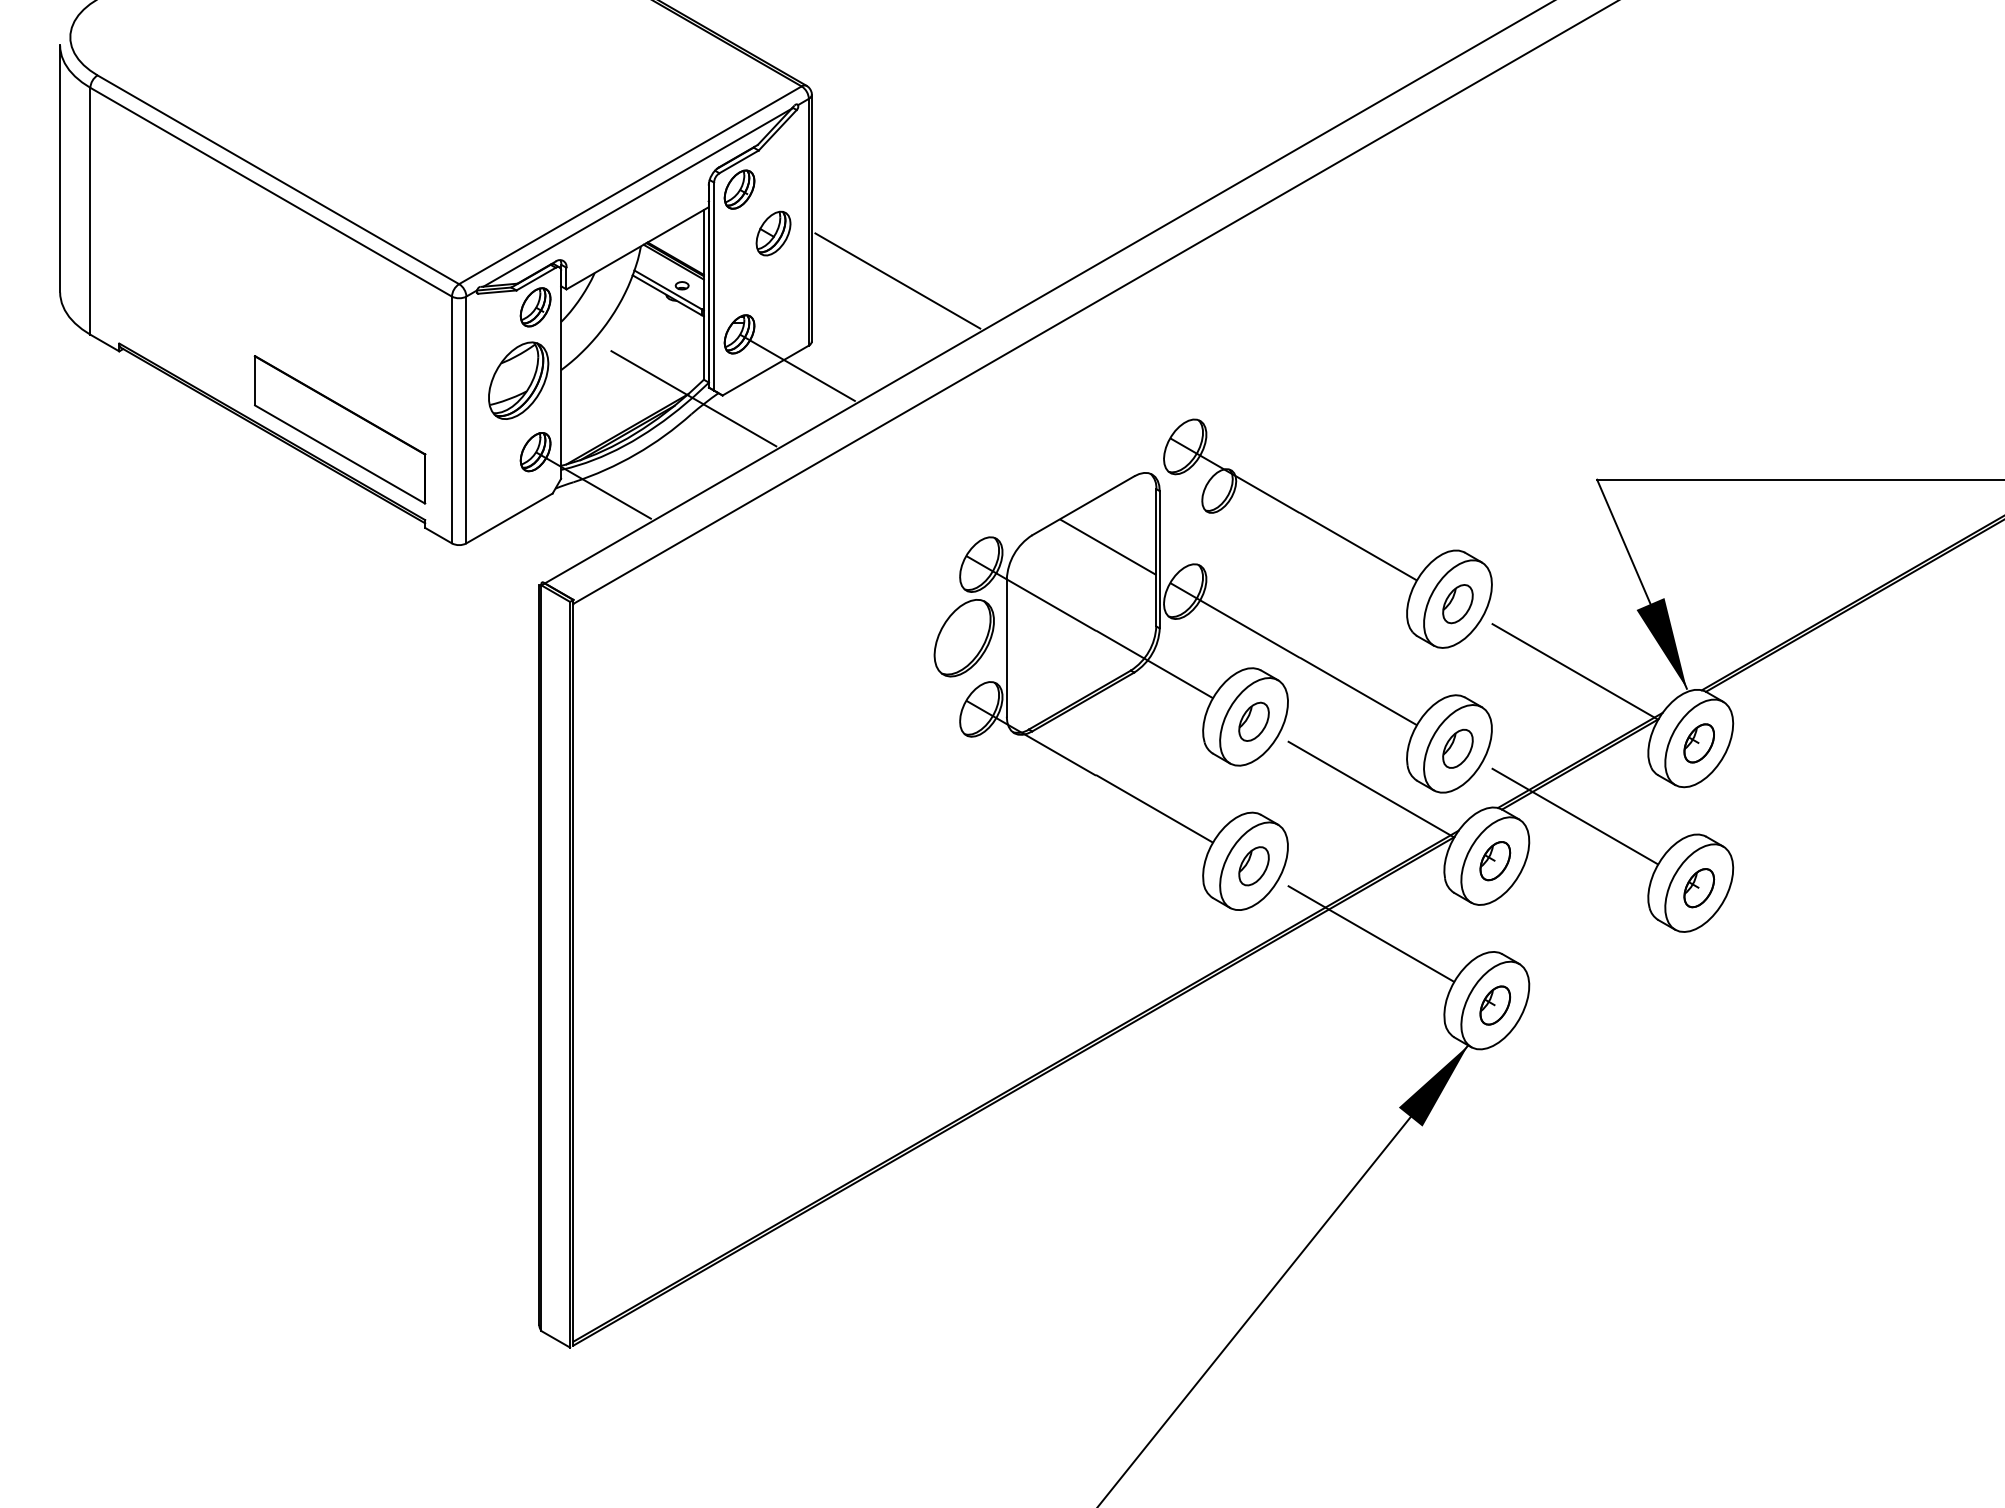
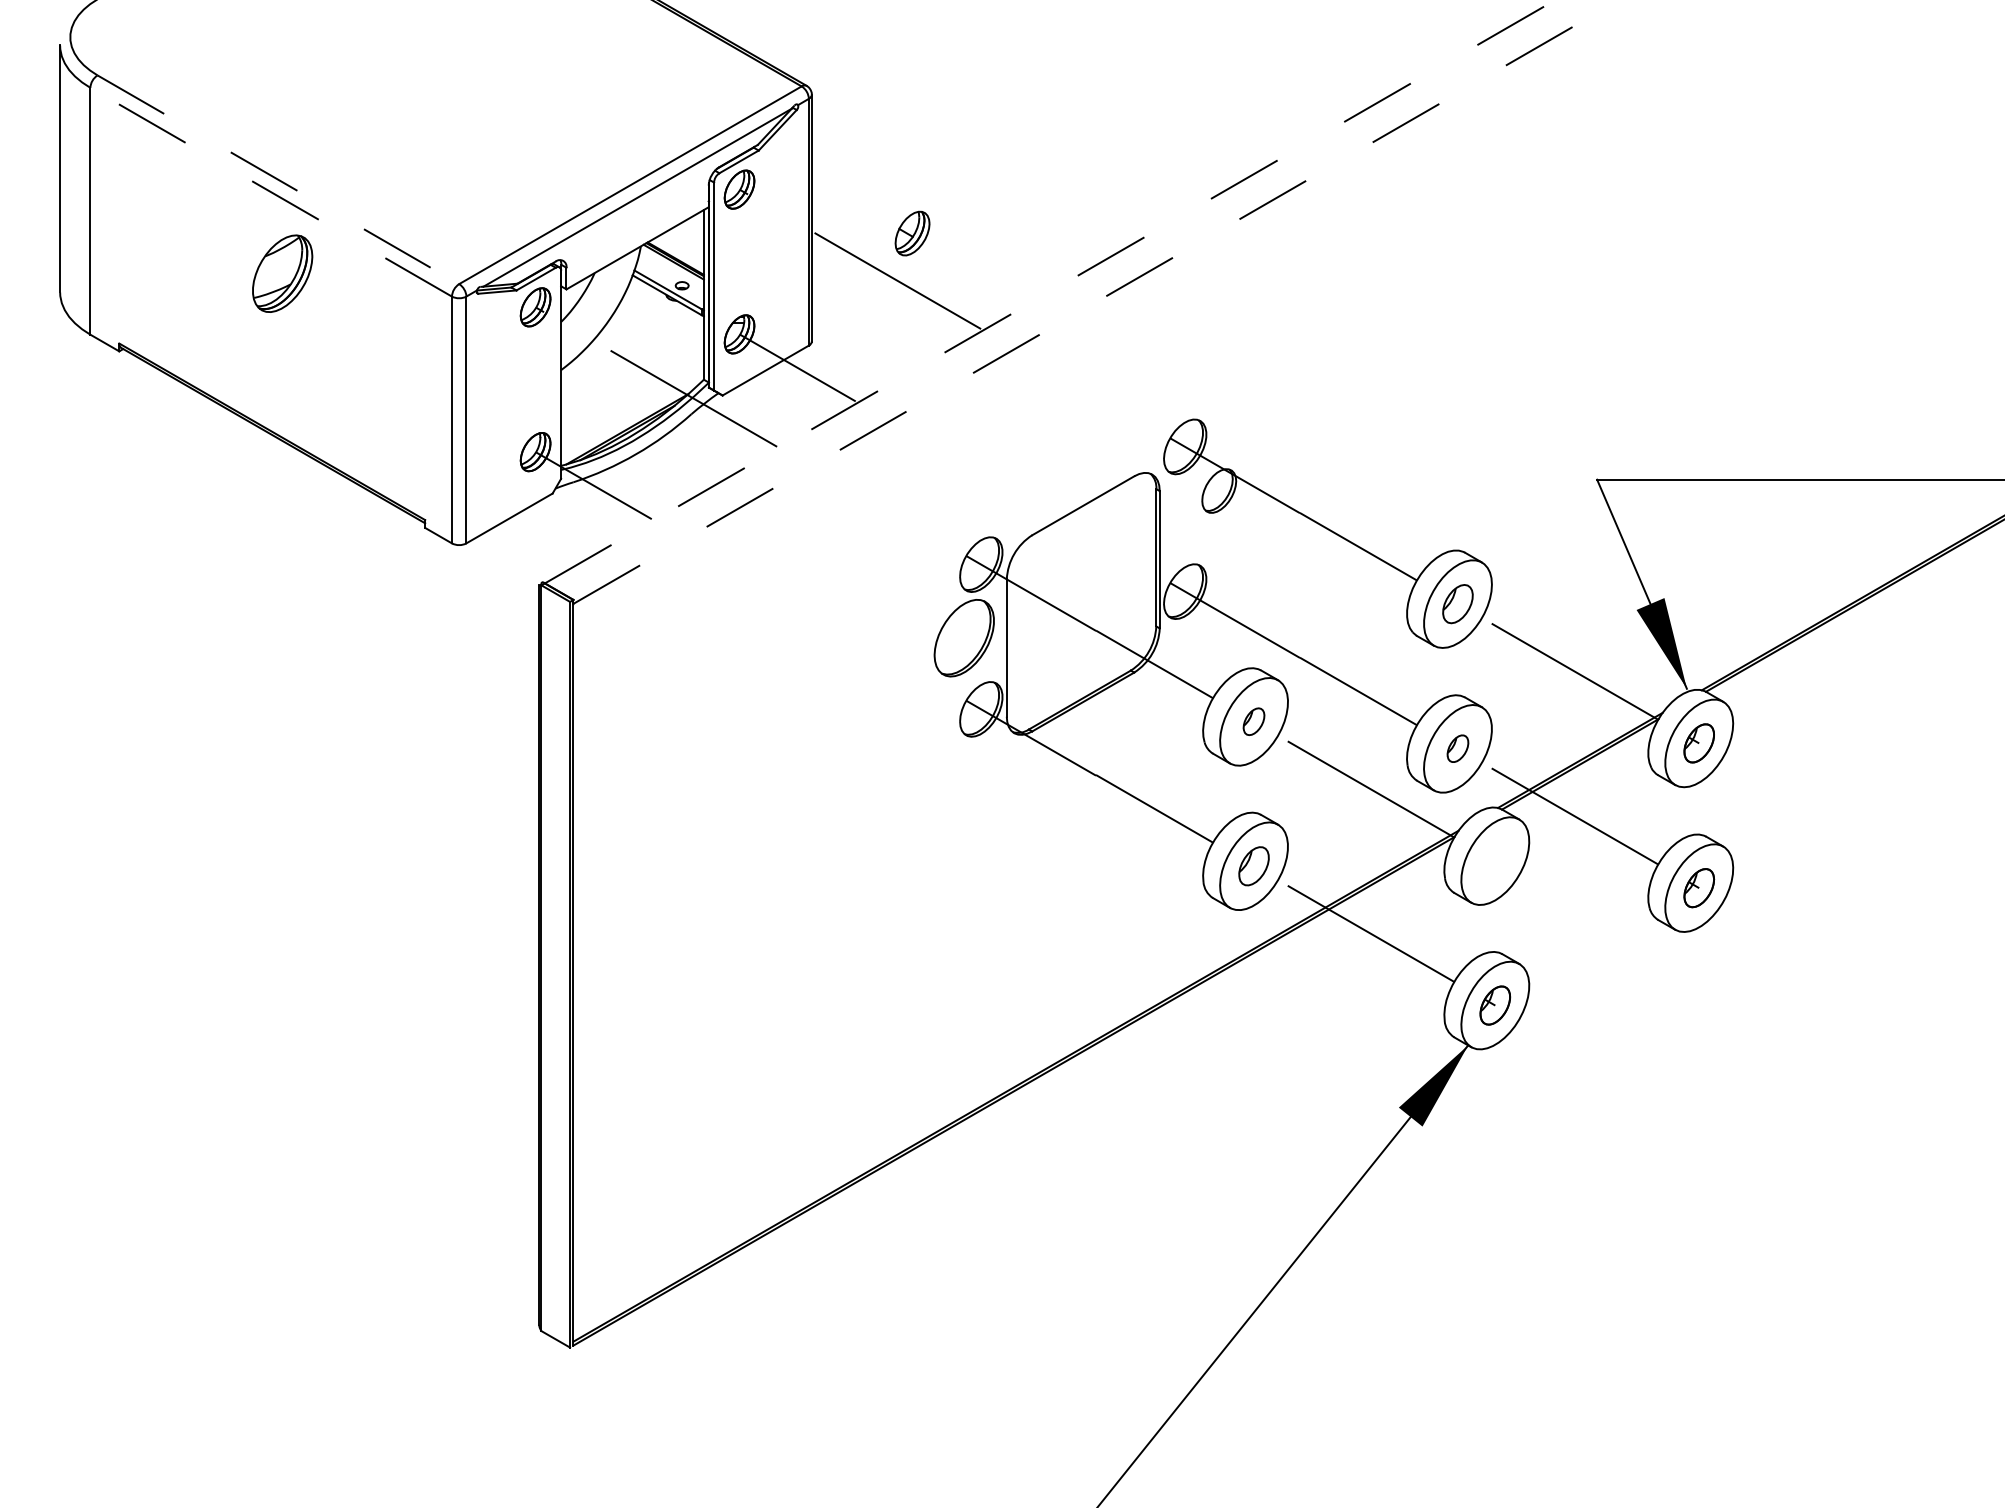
line at (278, 179): solid -> dashed
line at (271, 192): solid -> dashed
part at (773, 233) position: (773, 233) -> (912, 233)
line at (1050, 291): solid -> dashed
line at (1096, 301): solid -> dashed
part at (518, 380) position: (518, 380) -> (282, 273)
part at (339, 429): present -> none
line at (1107, 547): present -> none
part at (1253, 721) size: 32x41 px -> 24x29 px
part at (1457, 748) size: 32x41 px -> 24x29 px
part at (1495, 861): present -> none
